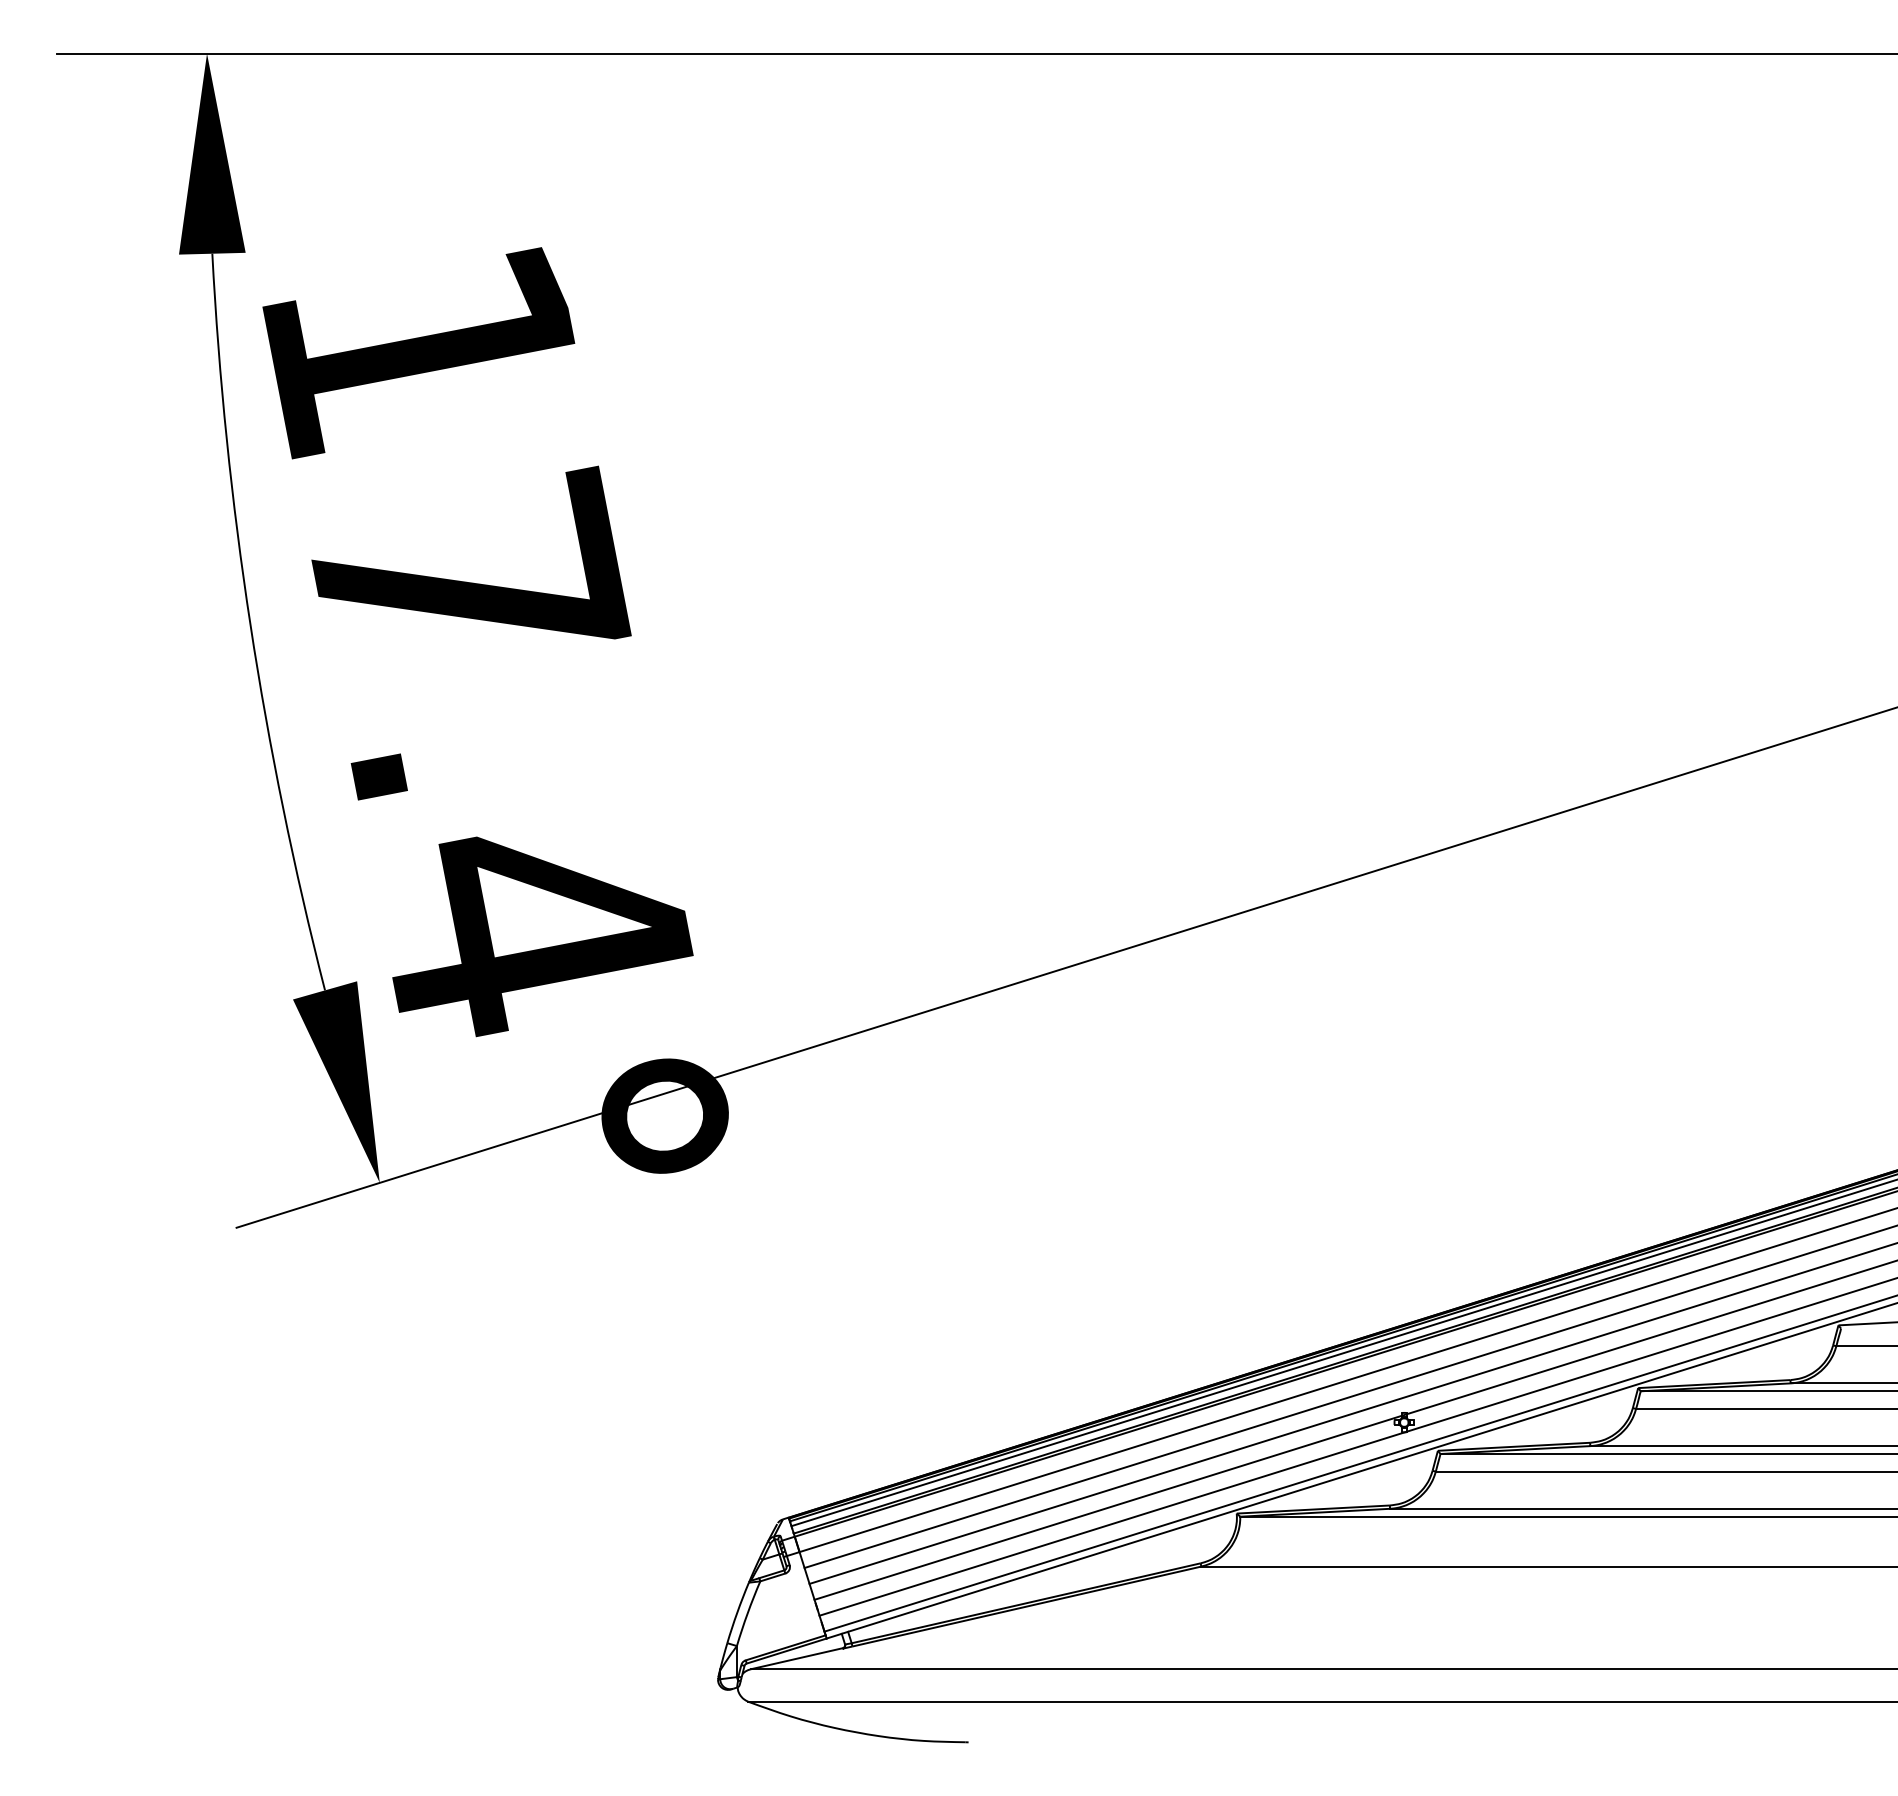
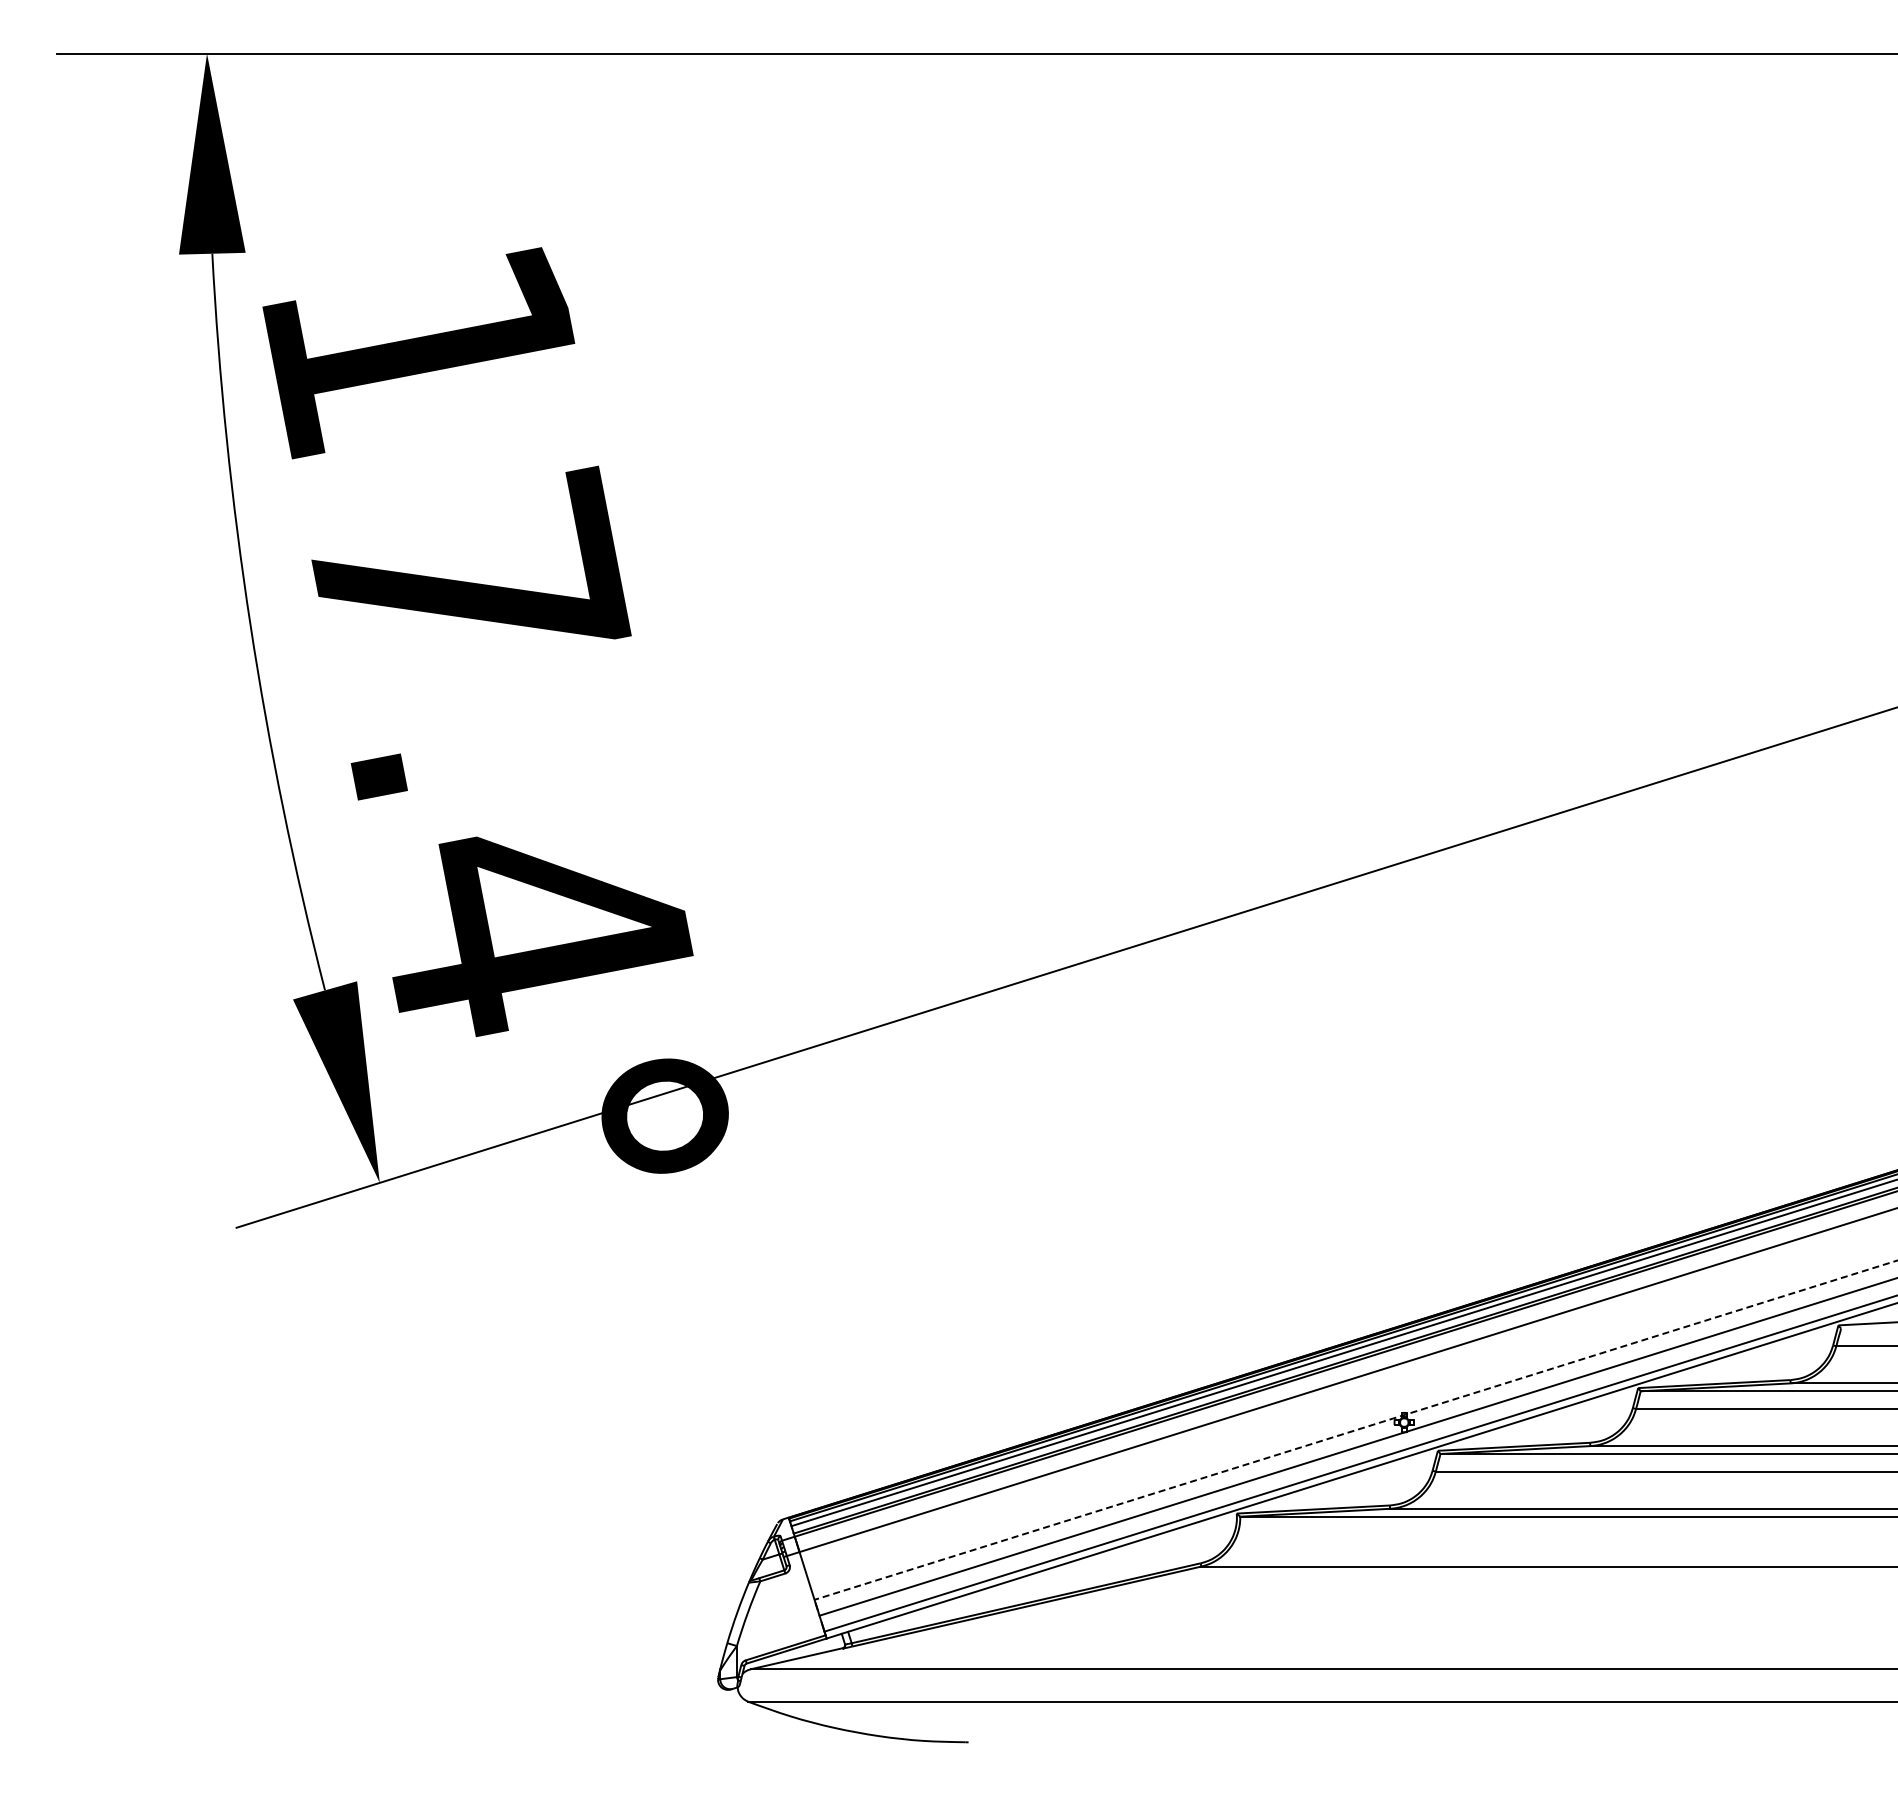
line at (1349, 1397): present -> none
line at (1351, 1413): present -> none
line at (1355, 1430): solid -> dashed
